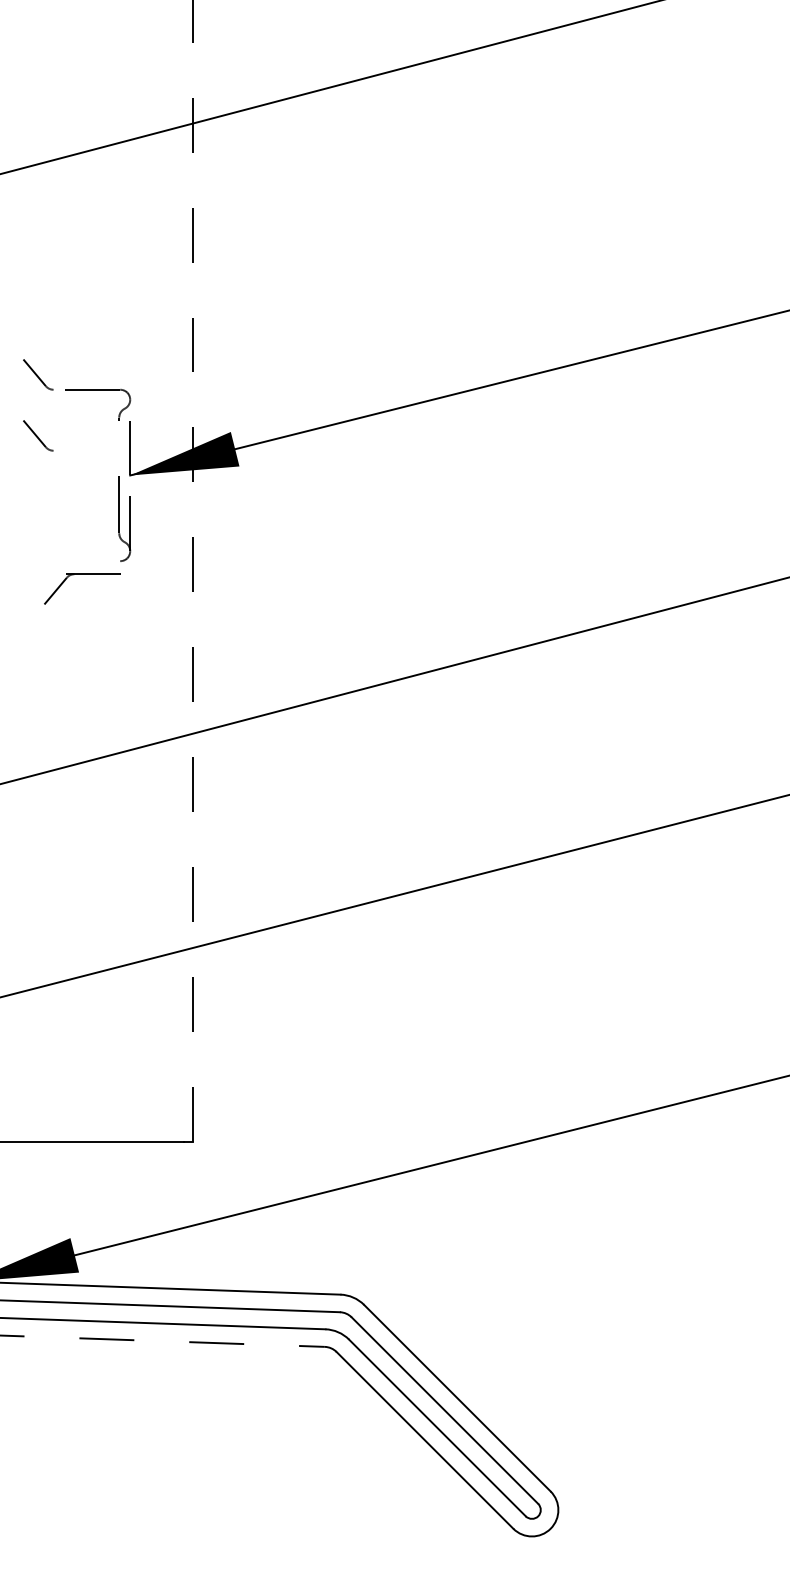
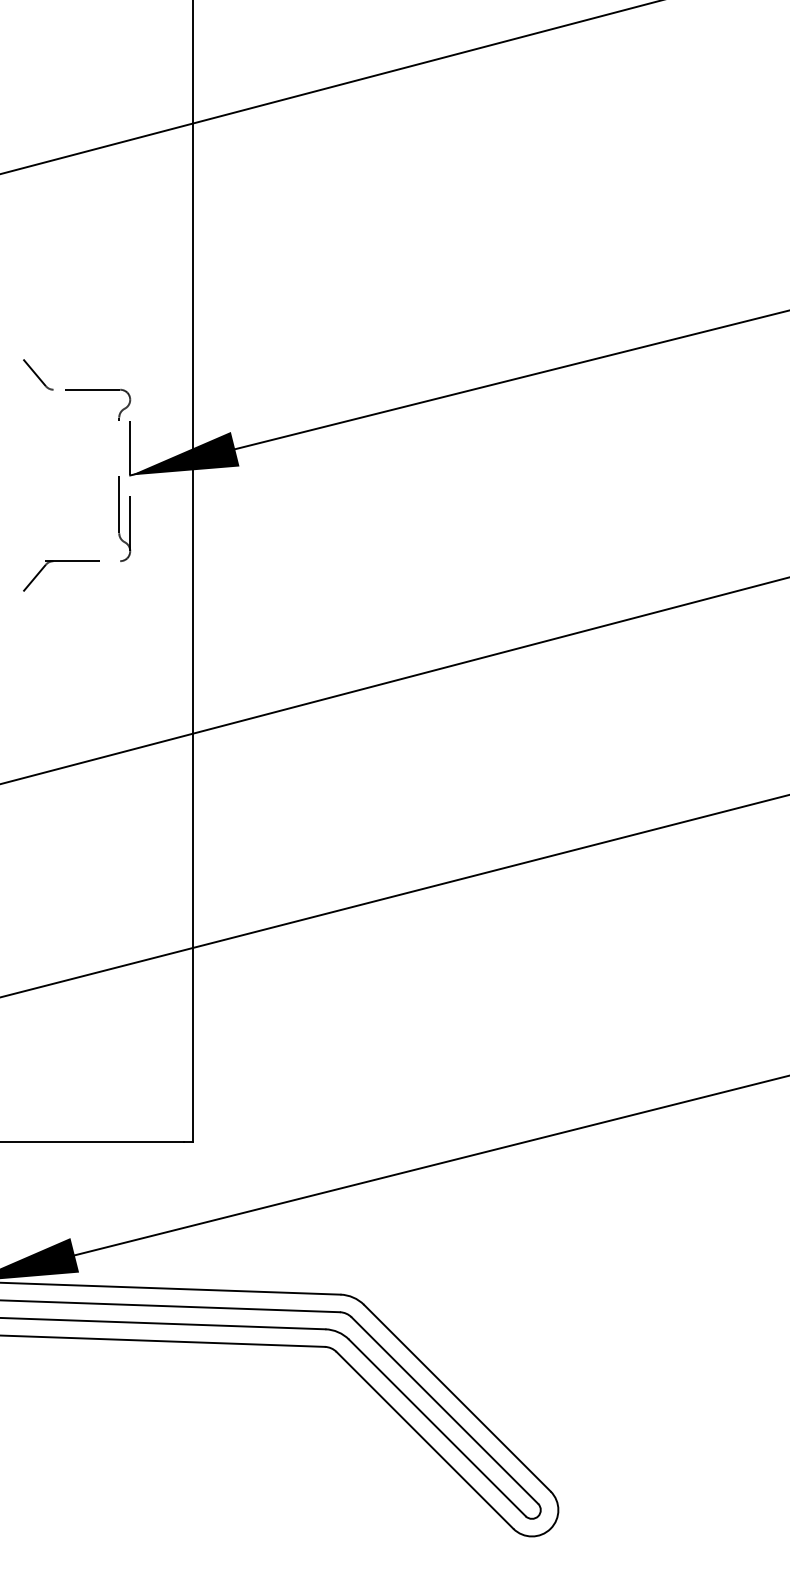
part at (38, 435): present -> none
line at (193, 570): dashed -> solid
part at (82, 574) position: (82, 574) -> (61, 561)
line at (163, 1341): dashed -> solid
